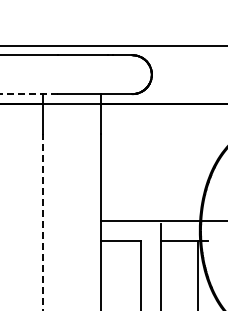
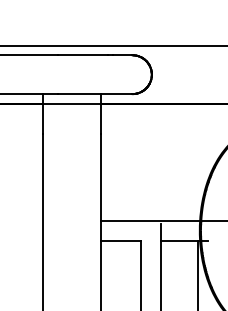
line at (29, 94): dashed -> solid
line at (42, 221): dashed -> solid
